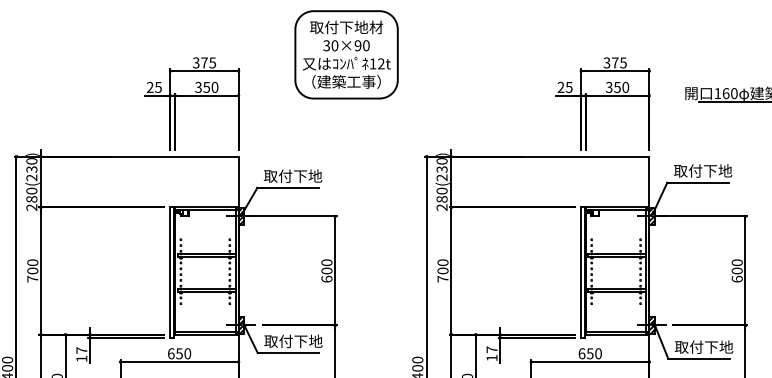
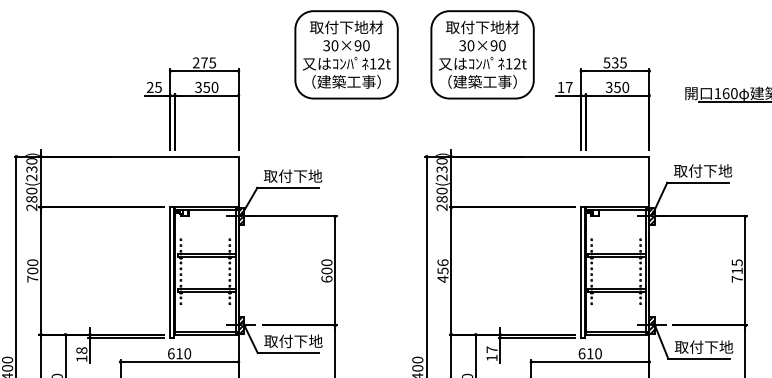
part at (482, 54): none -> present
text at (611, 62): 375 -> 535
text at (196, 63): 375 -> 275
text at (564, 86): 25 -> 17
text at (442, 270): 700 -> 456
text at (736, 270): 600 -> 715
text at (81, 350): 17 -> 18
text at (179, 353): 650 -> 610
text at (589, 353): 650 -> 610
